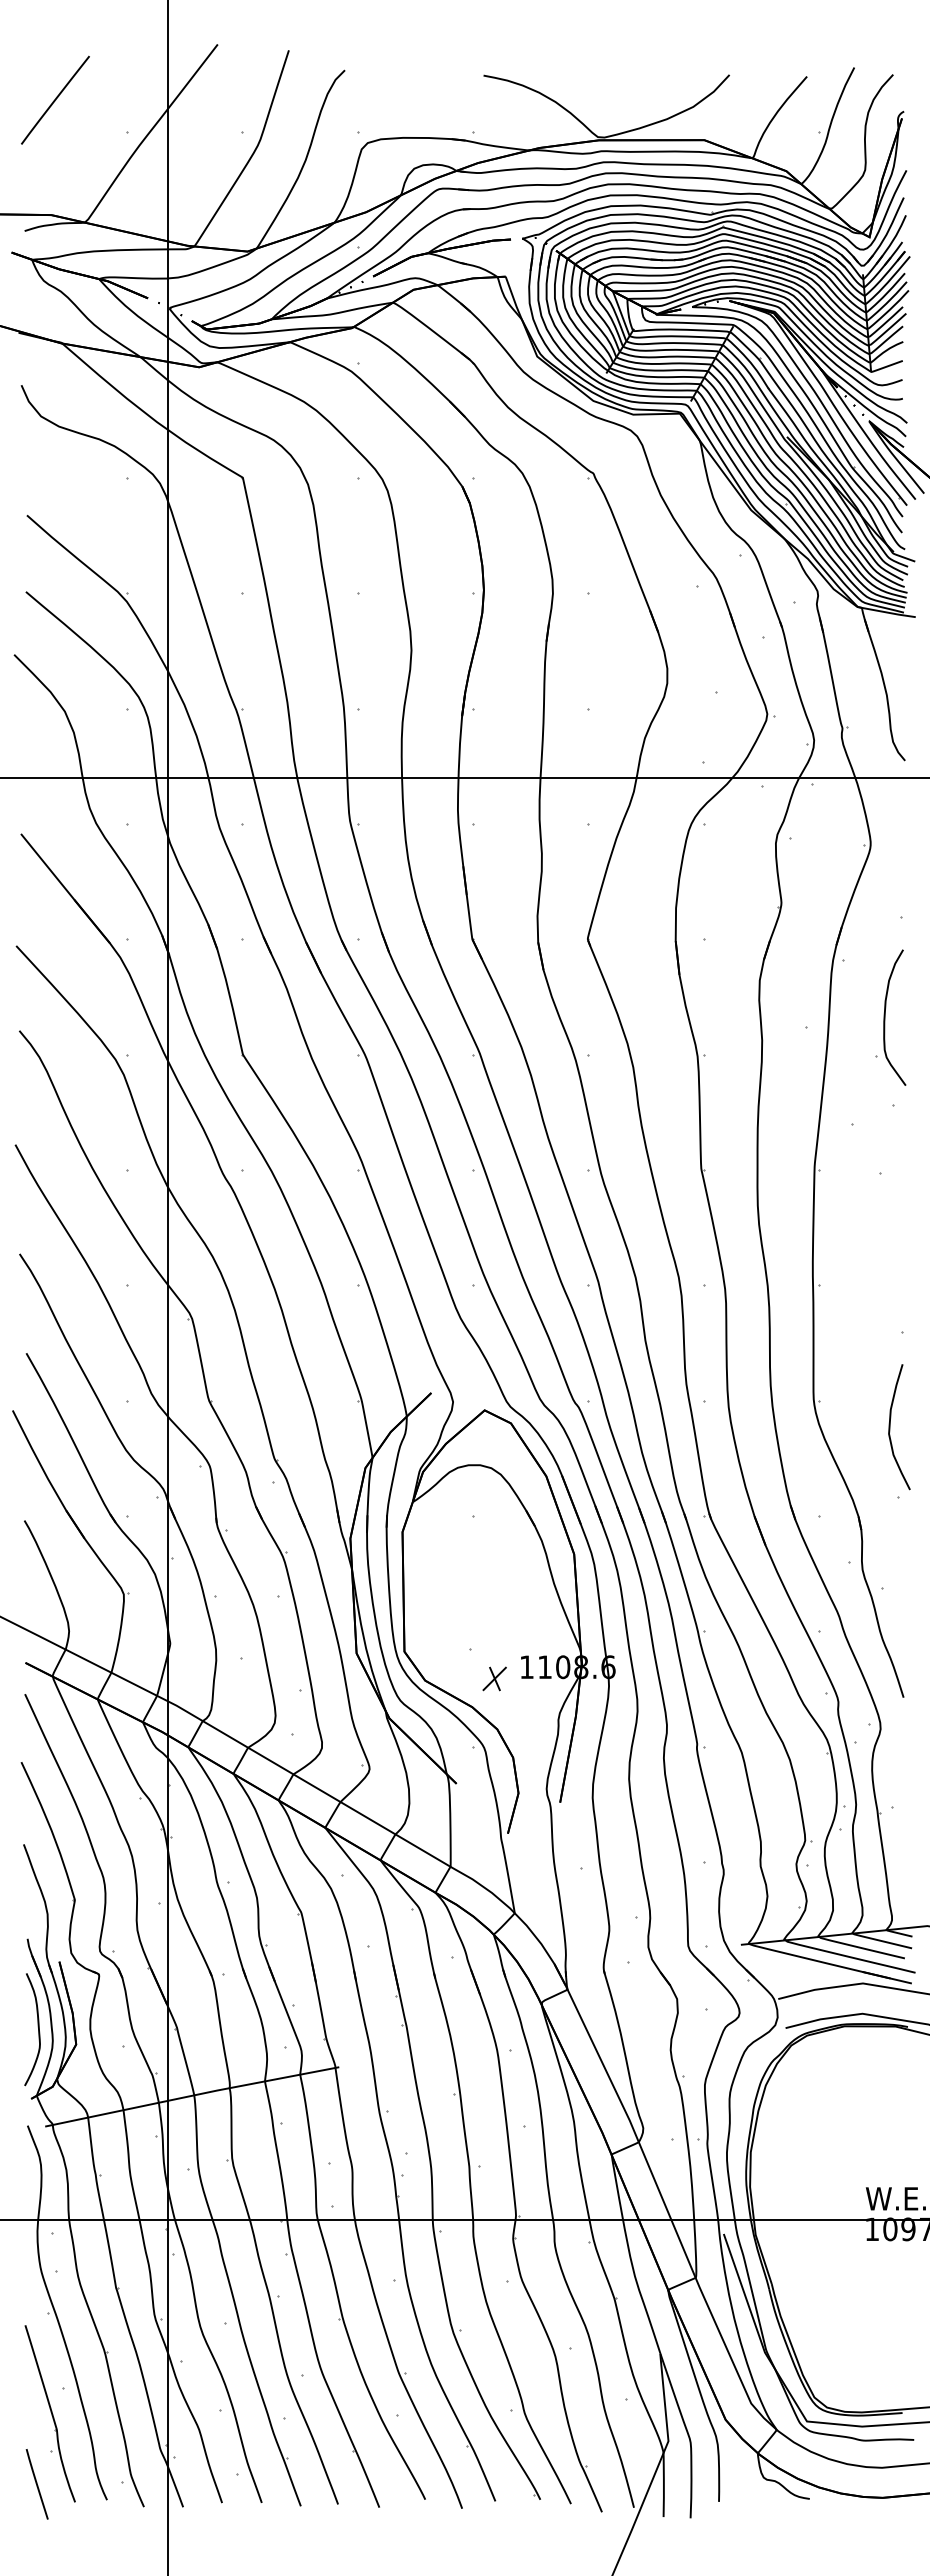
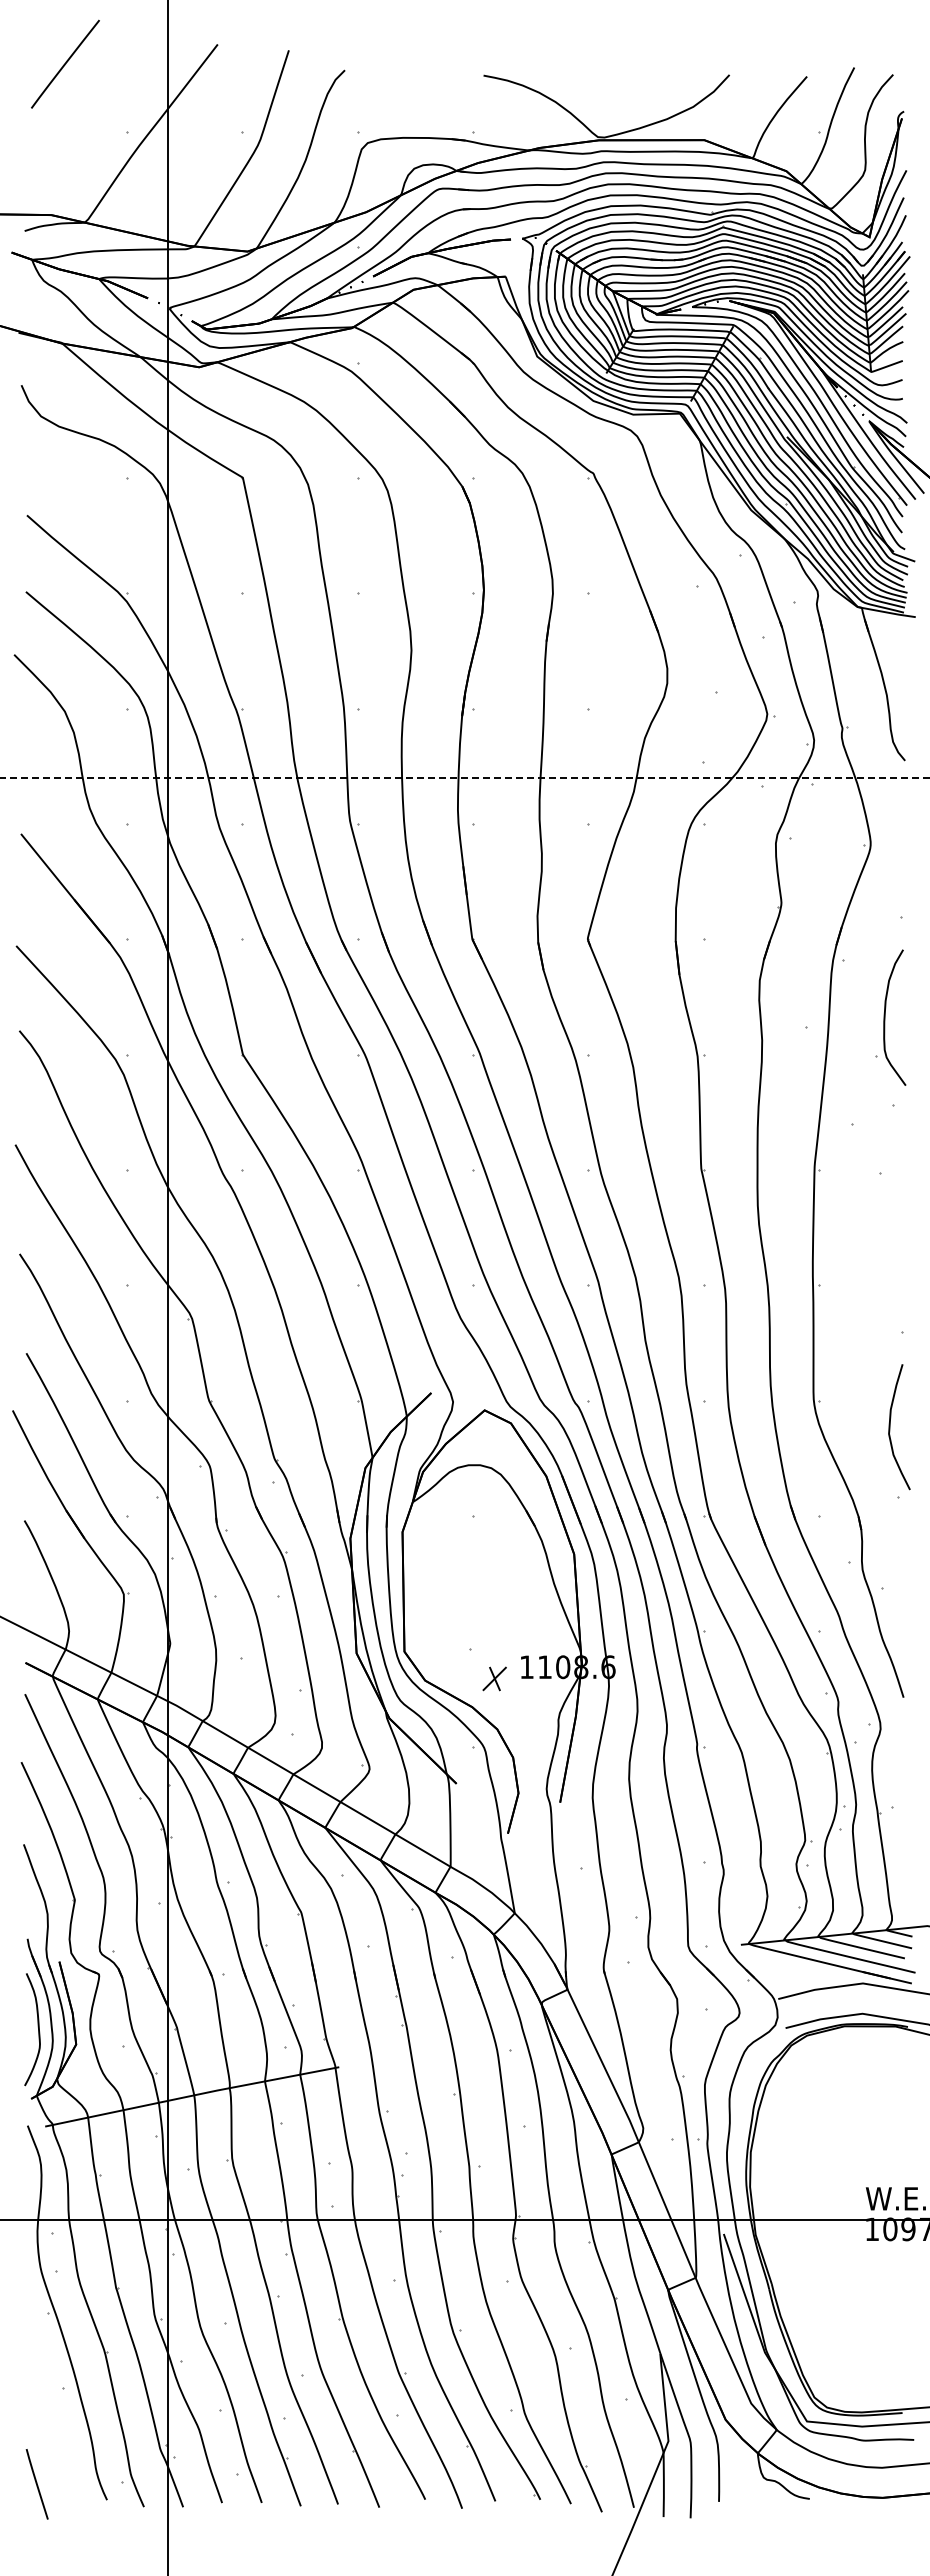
line at (55, 99) position: (55, 99) -> (65, 63)
line at (464, 777): solid -> dashed
part at (49, 2413): present -> none
